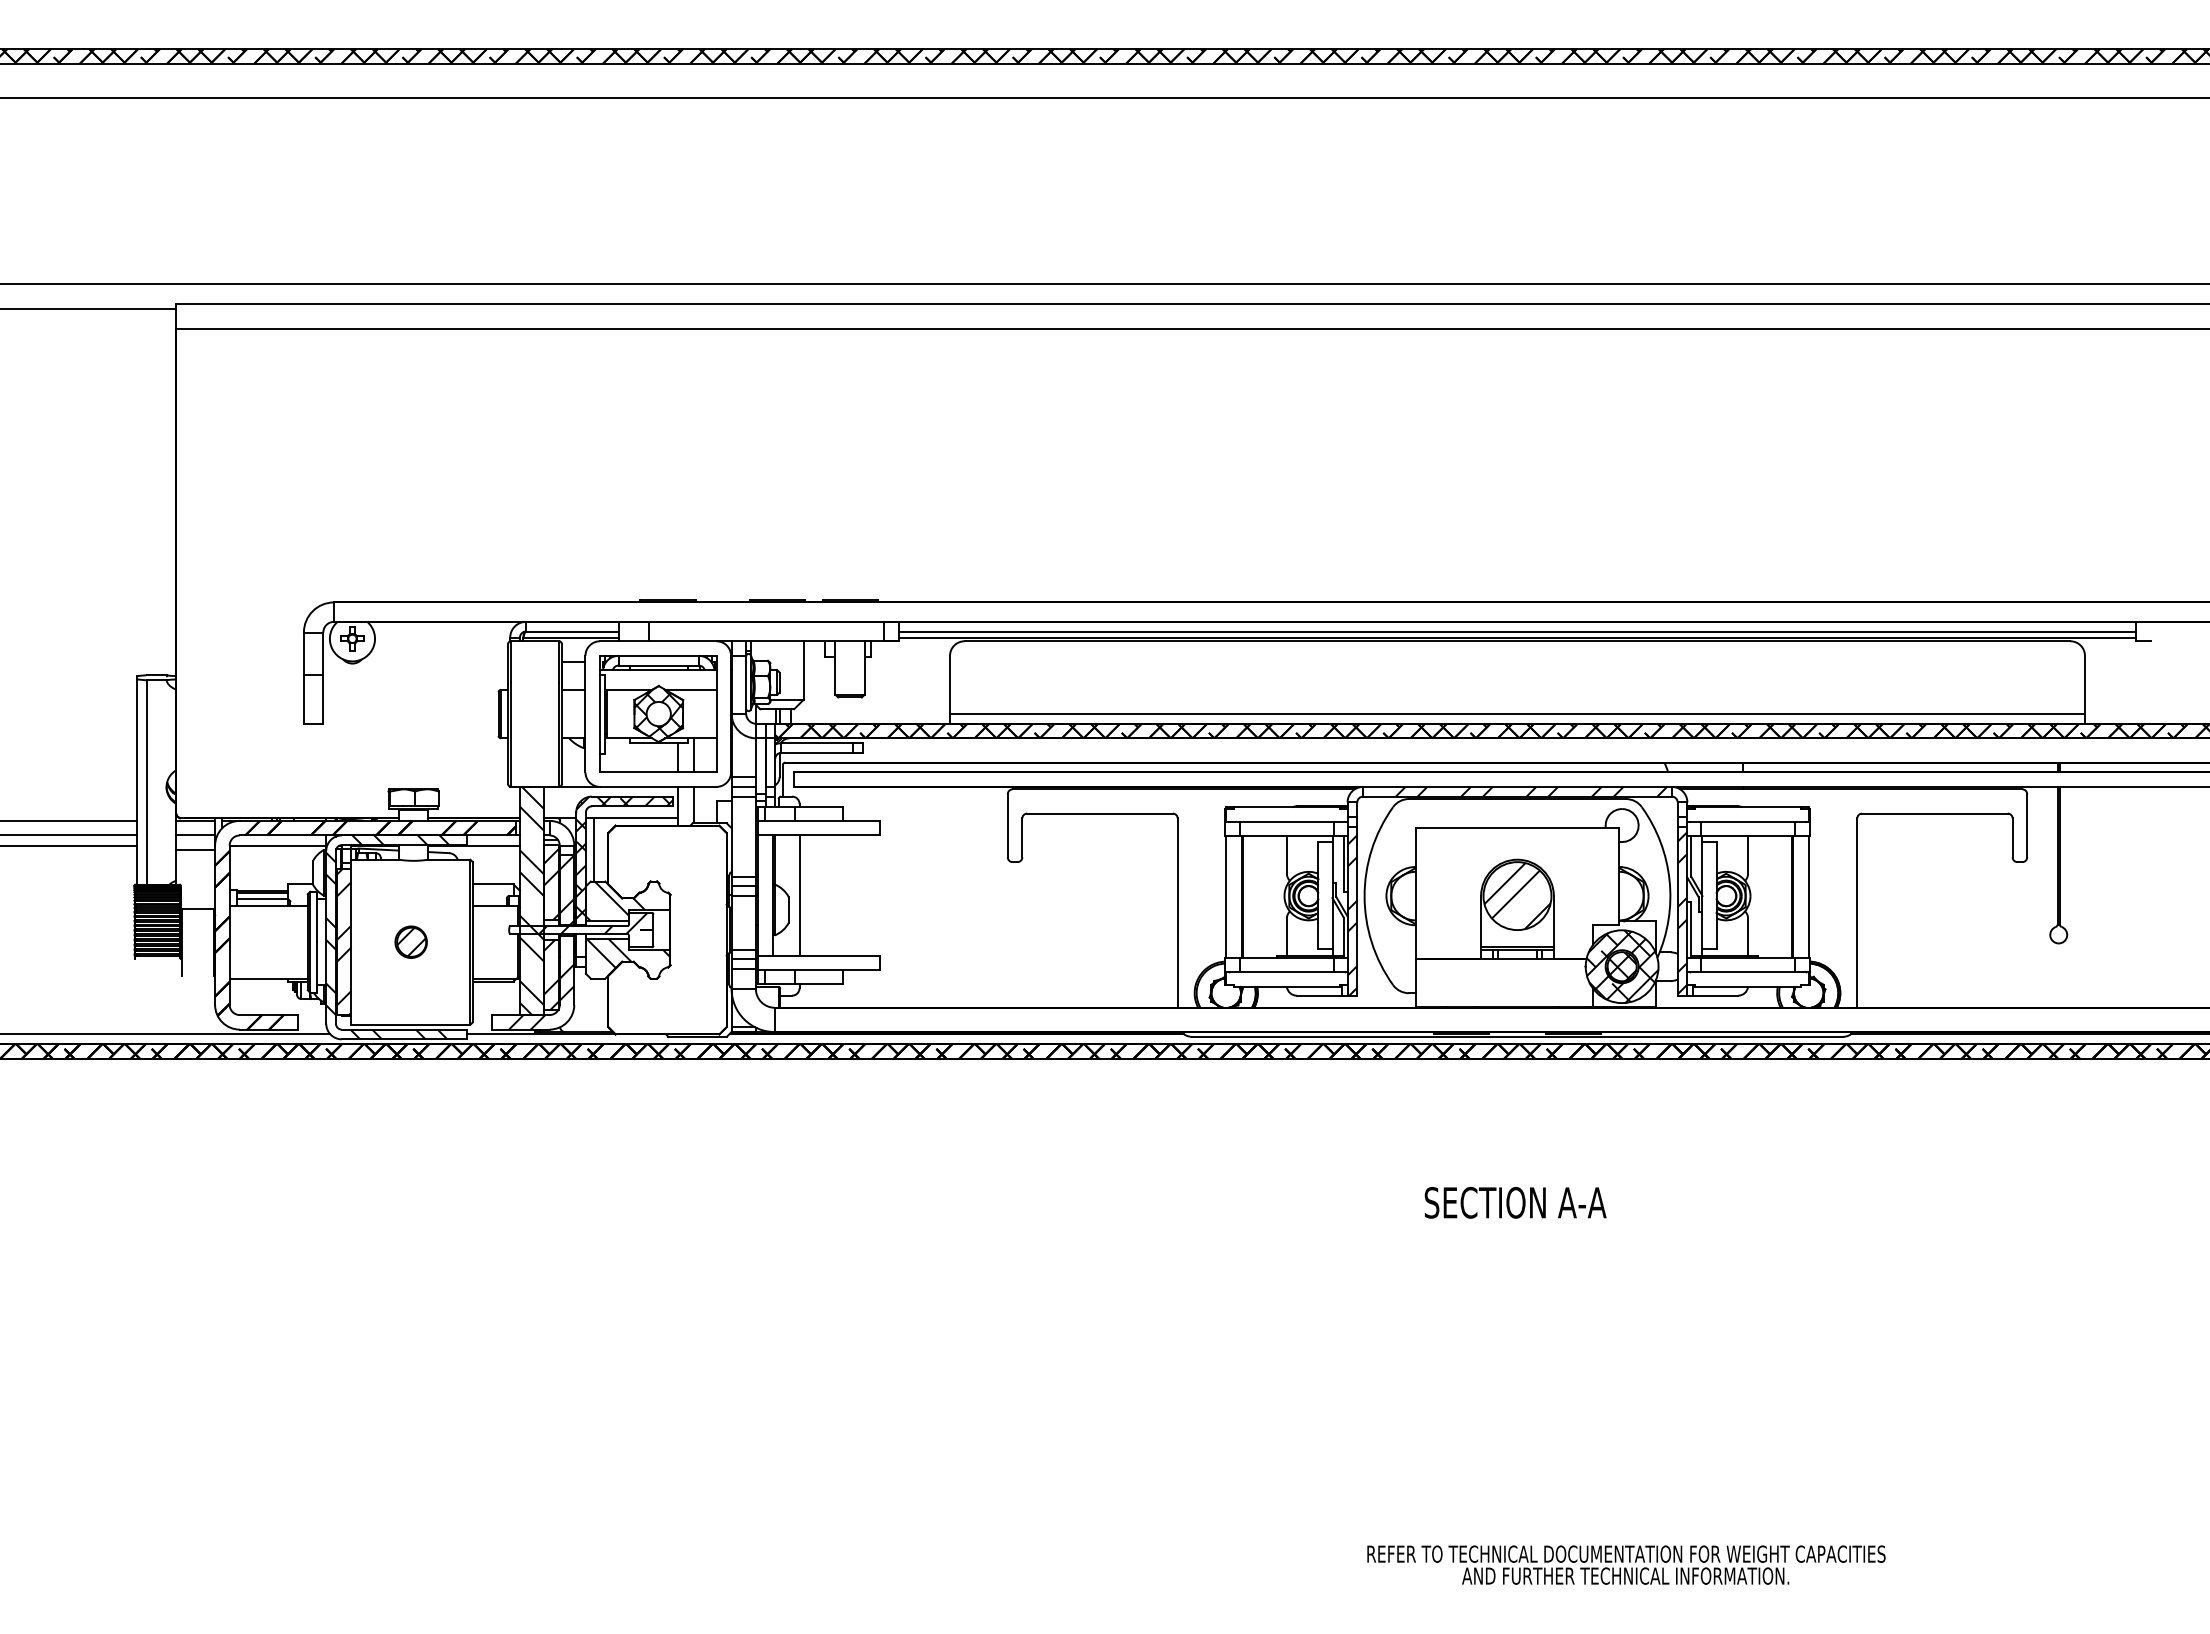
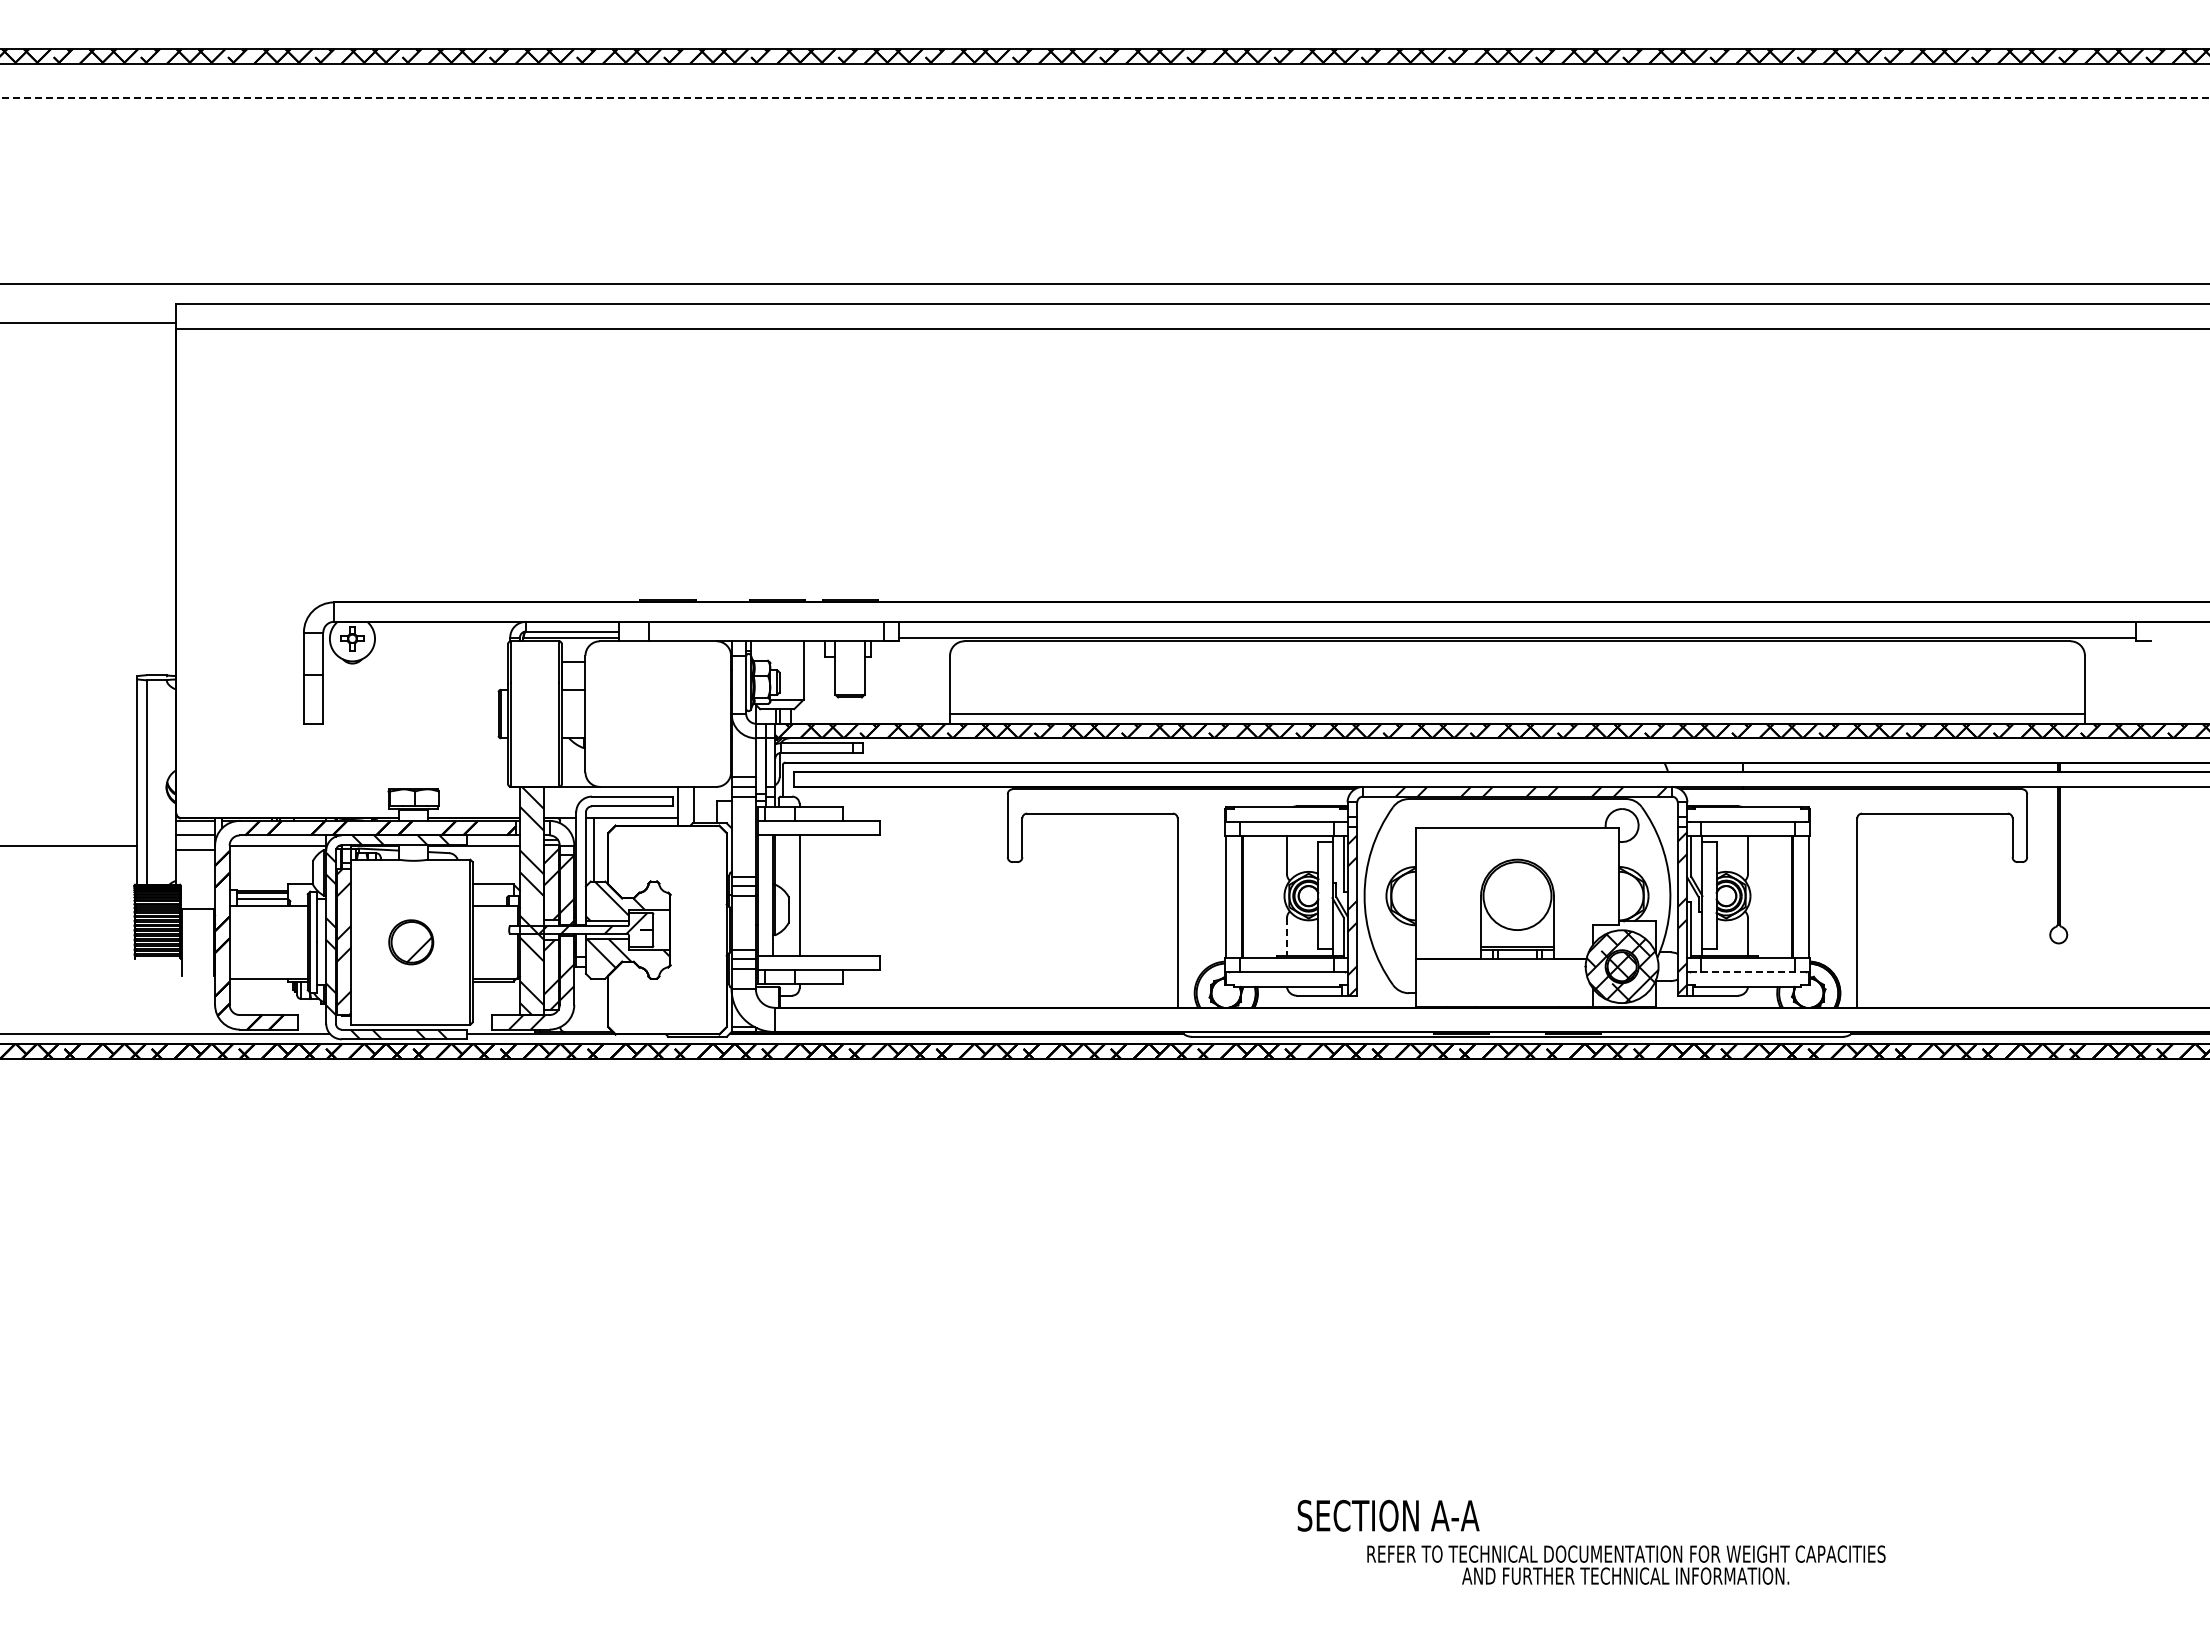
line at (1104, 97): solid -> dashed
line at (89, 309) position: (89, 309) -> (89, 323)
line at (1517, 631): present -> none
part at (658, 713): present -> none
line at (69, 820): present -> none
line at (69, 835): present -> none
hatch at (624, 857): present -> none
hatch at (1517, 896): present -> none
line at (1286, 937): solid -> dashed
part at (410, 941) size: 34x34 px -> 47x47 px
line at (1748, 972): solid -> dashed
text at (1515, 1202) position: (1515, 1202) -> (1388, 1515)
